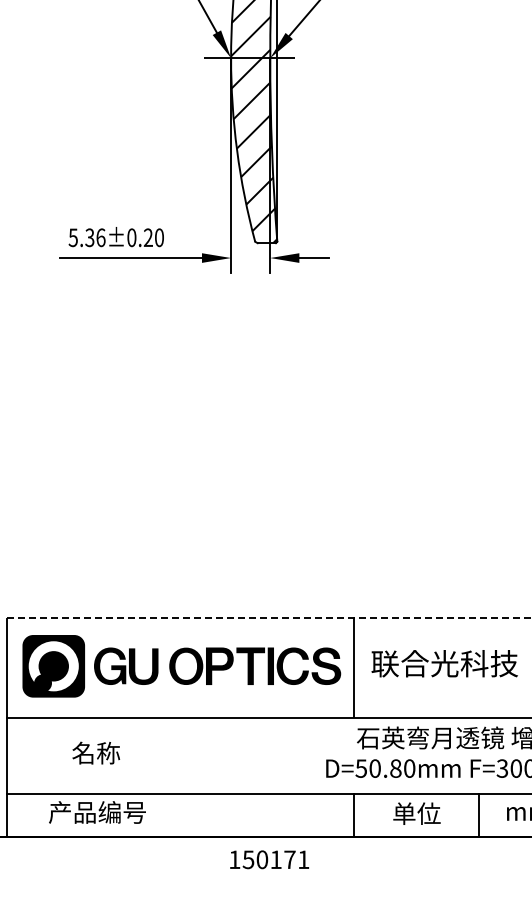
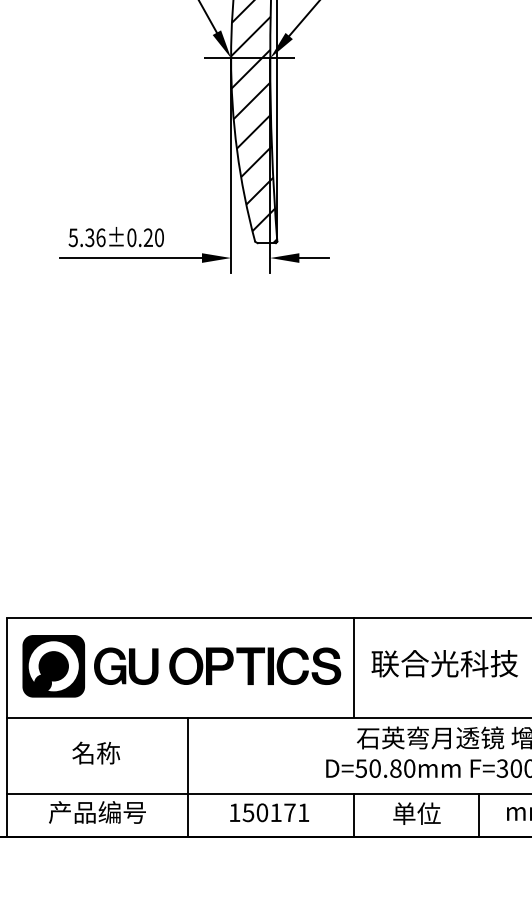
line at (269, 618): dashed -> solid
line at (187, 776): none -> present
text at (269, 859) position: (269, 859) -> (269, 812)
